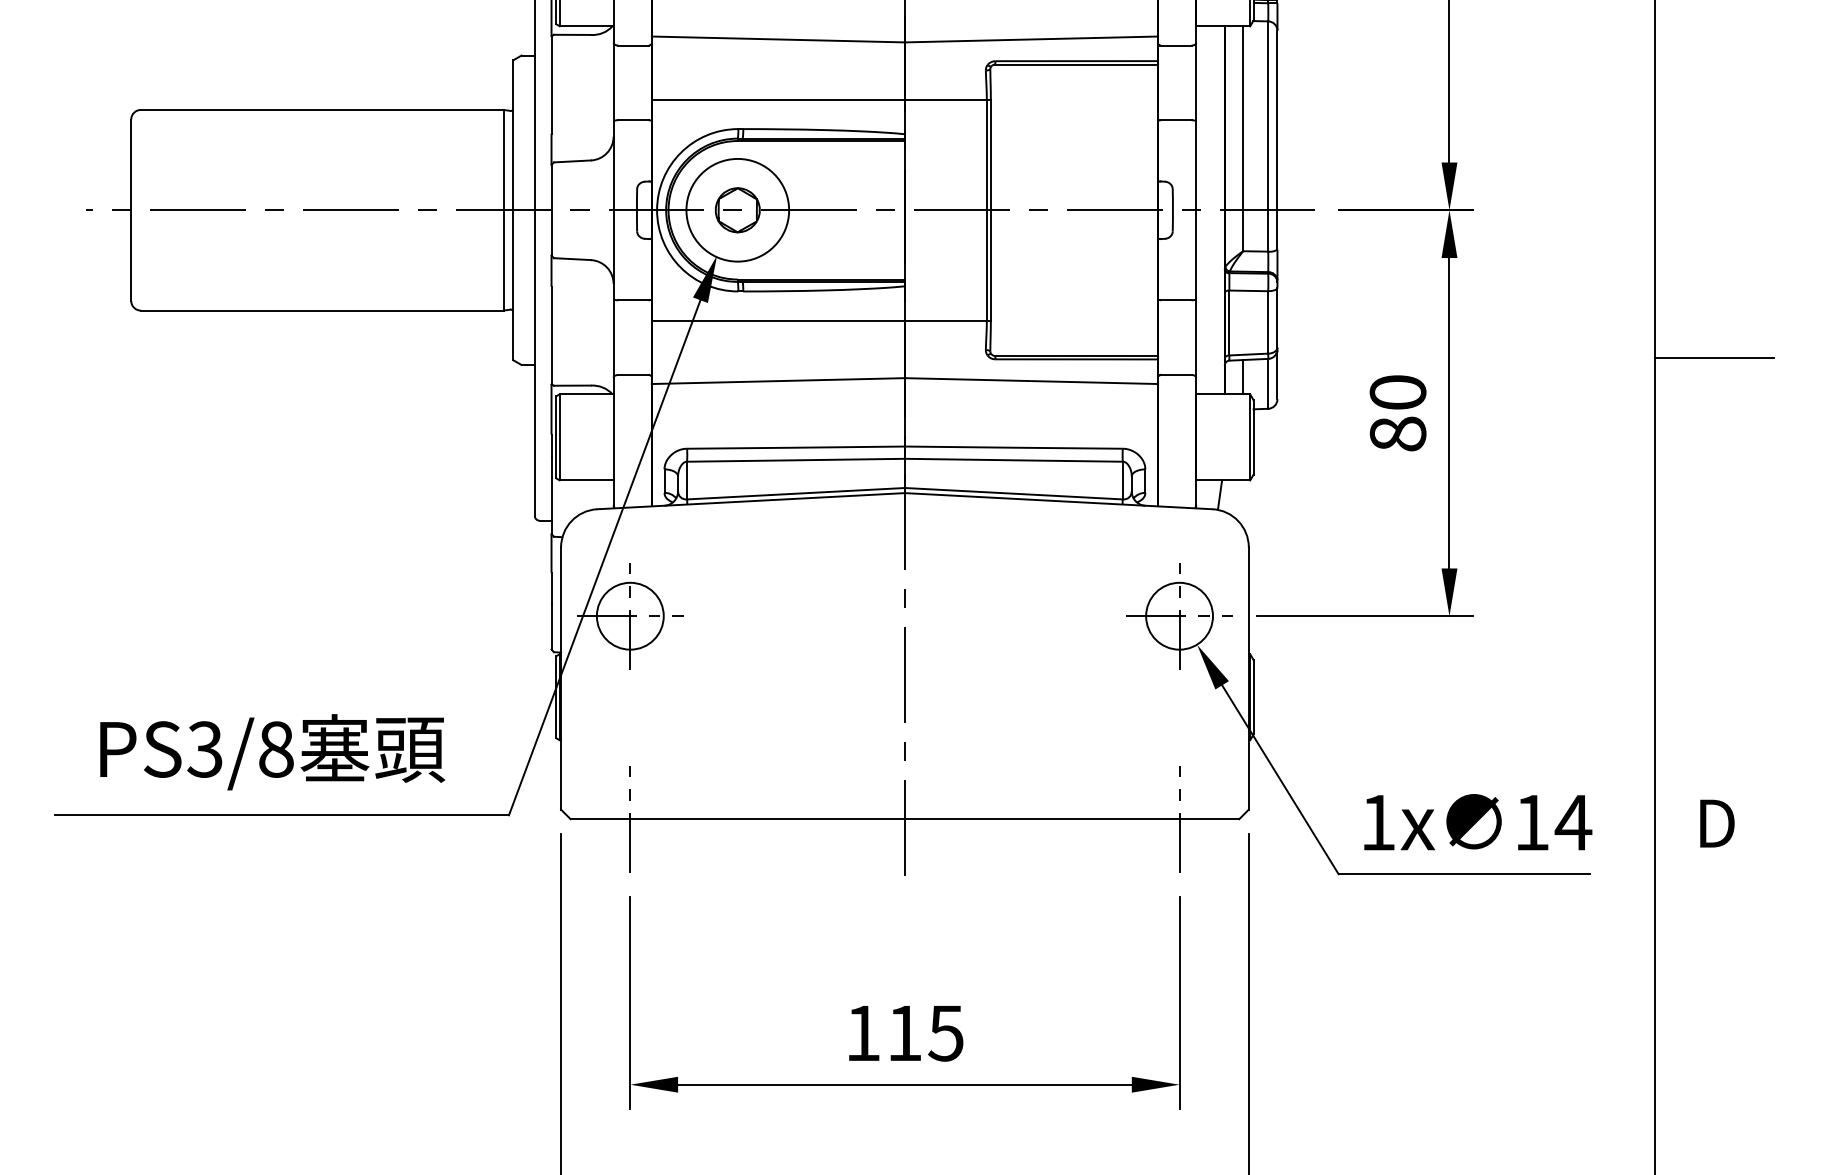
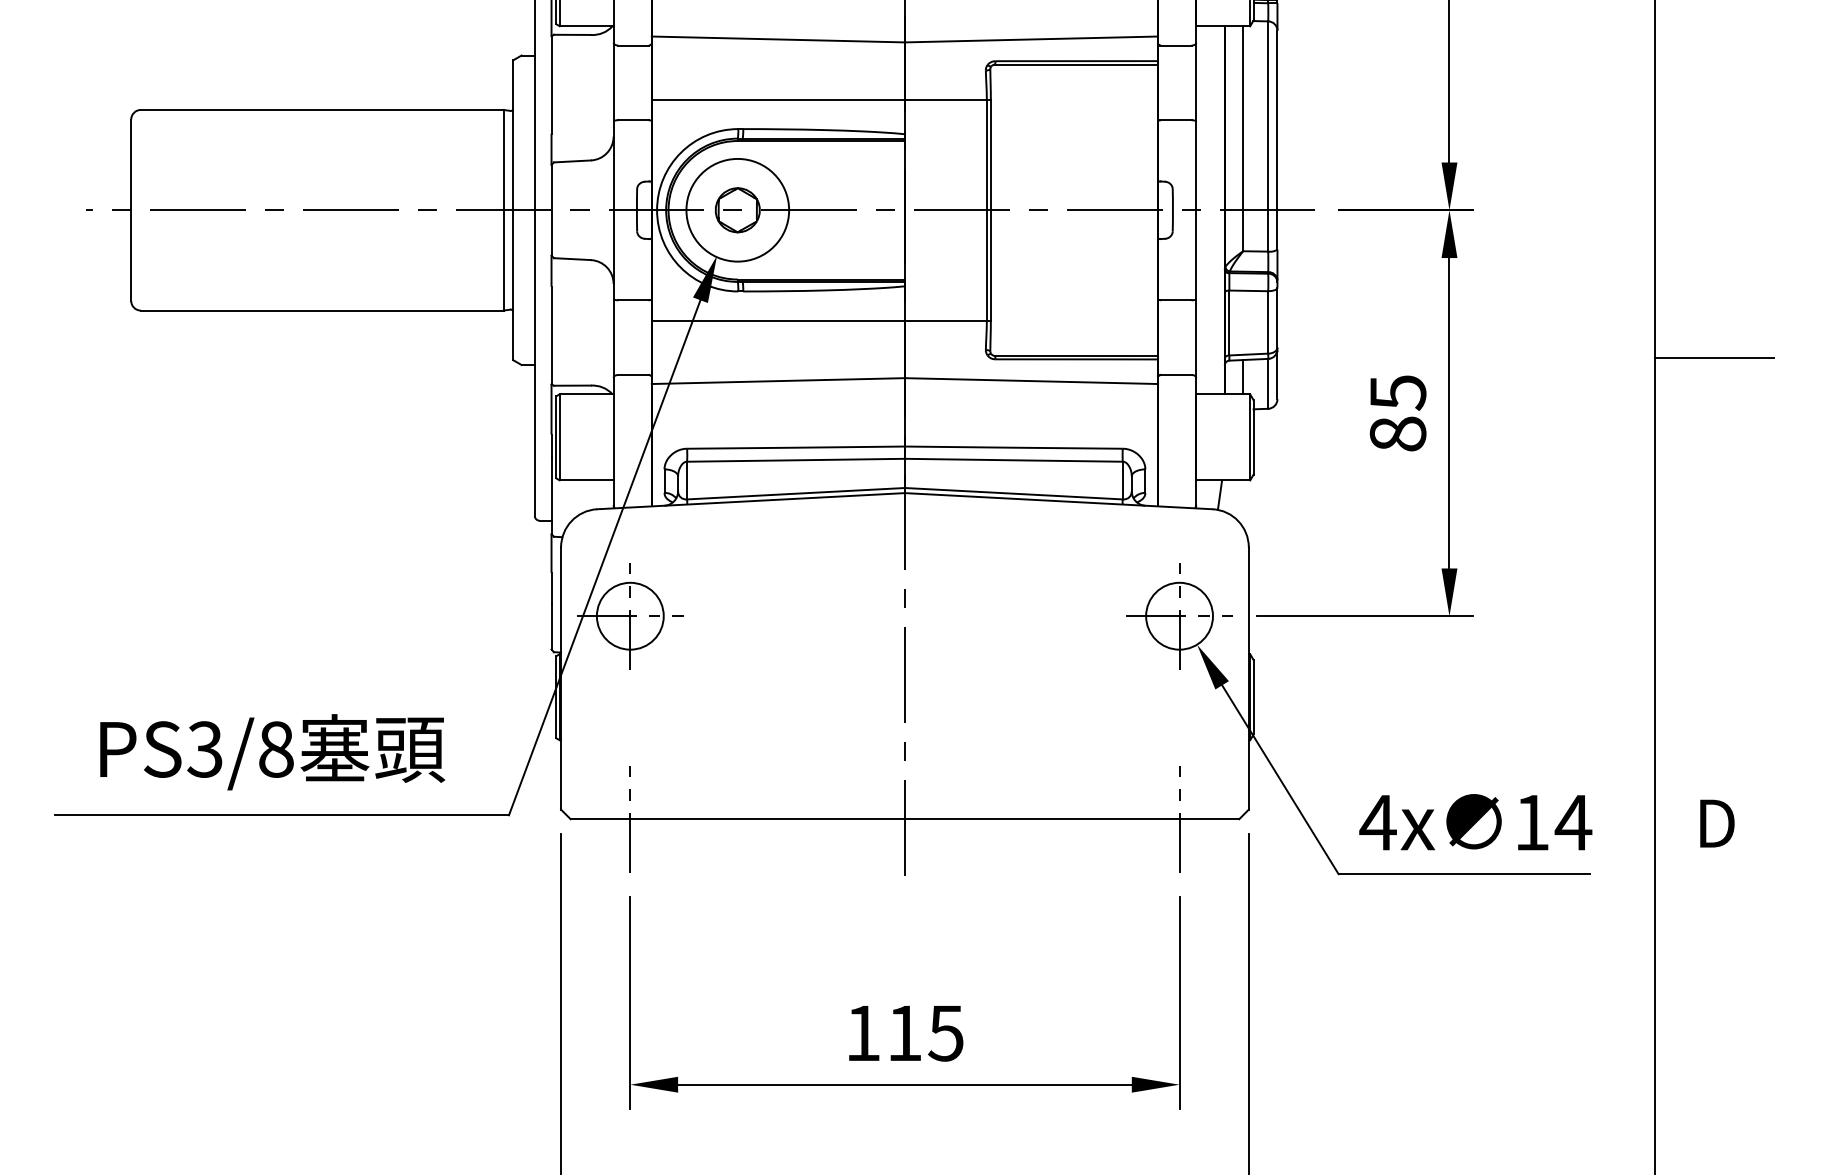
text at (1397, 392): 80 -> 85
text at (1377, 822): 1x -> 4x
